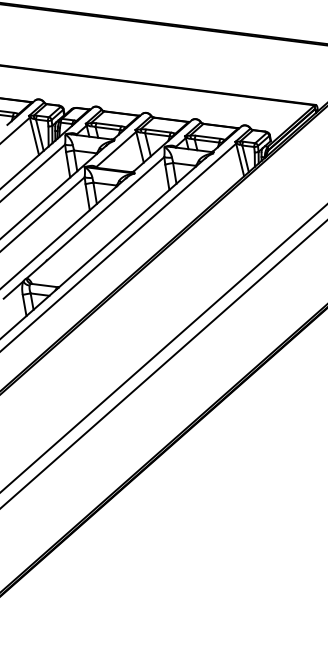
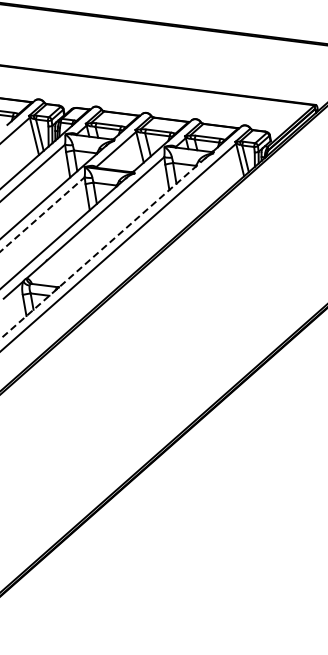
line at (42, 214): solid -> dashed
line at (103, 248): solid -> dashed
line at (163, 348): present -> none
line at (163, 364): present -> none
